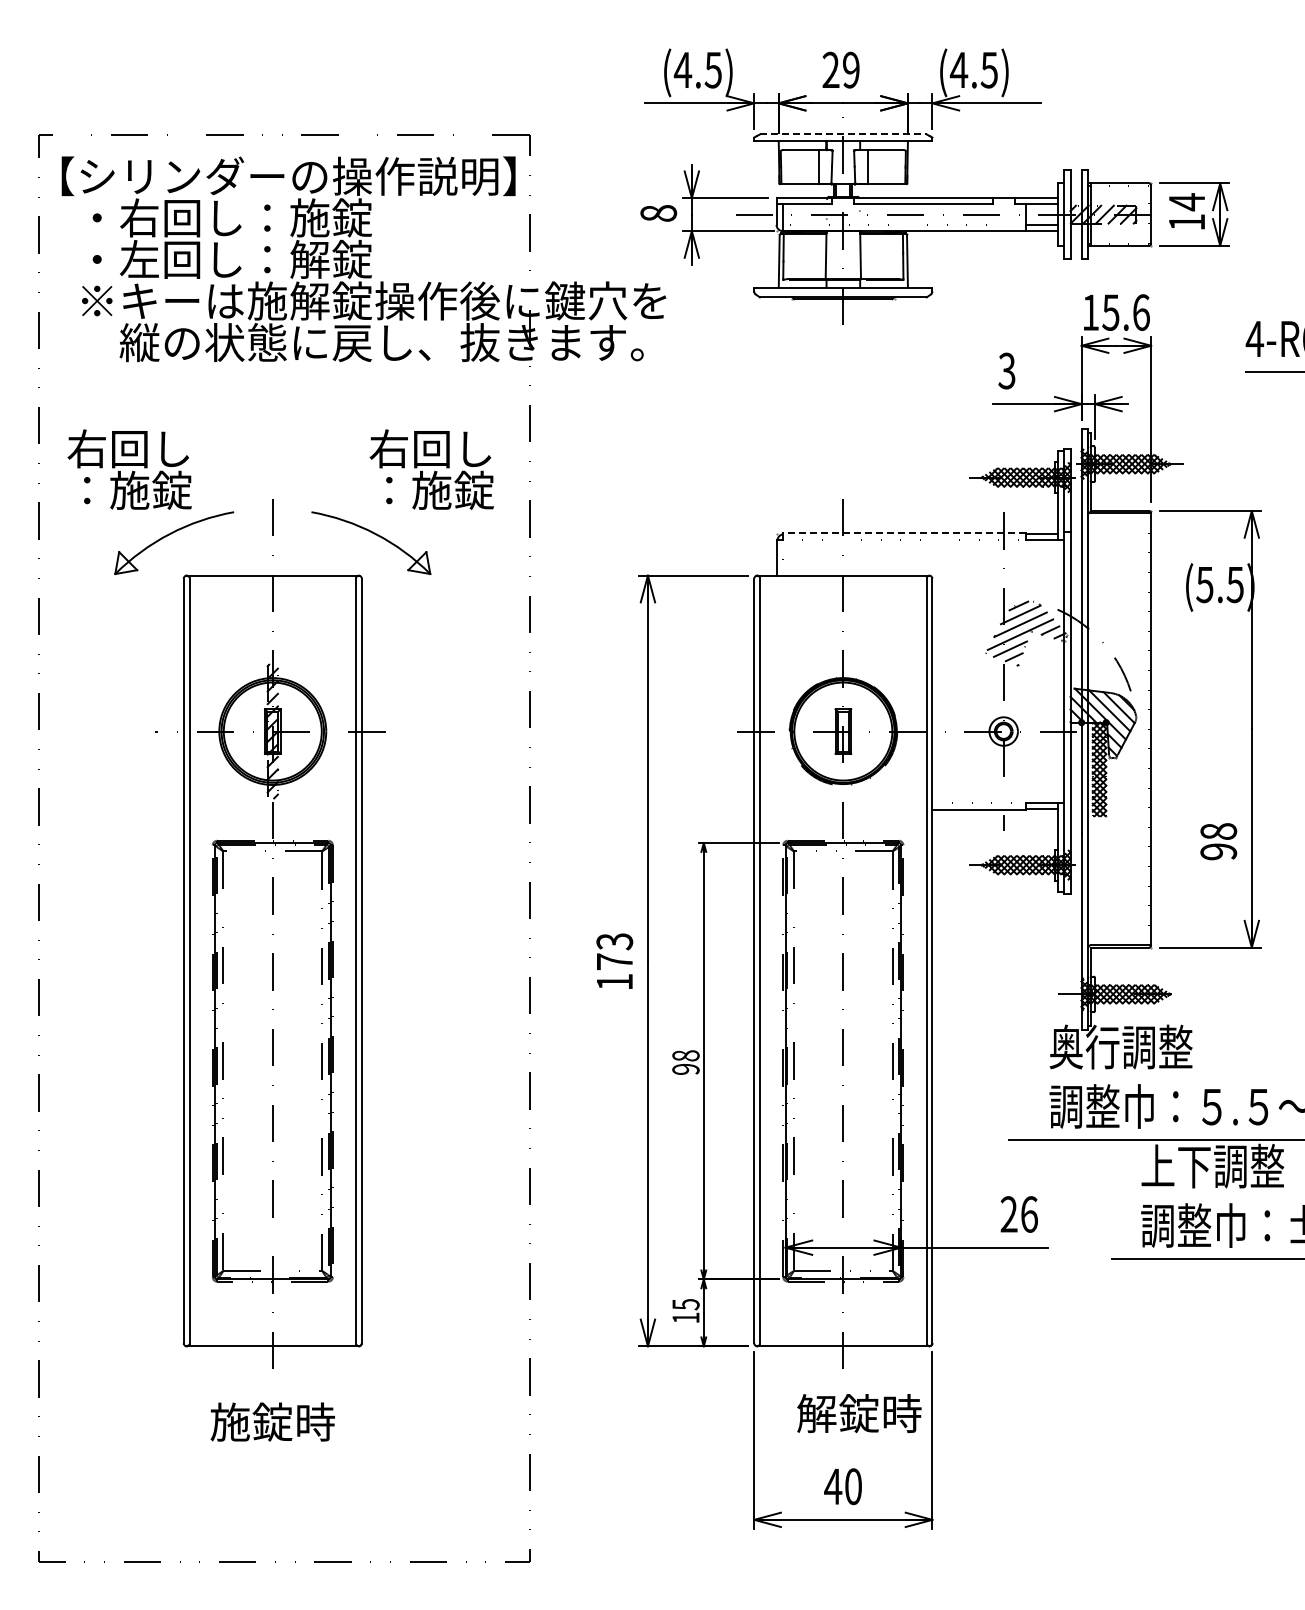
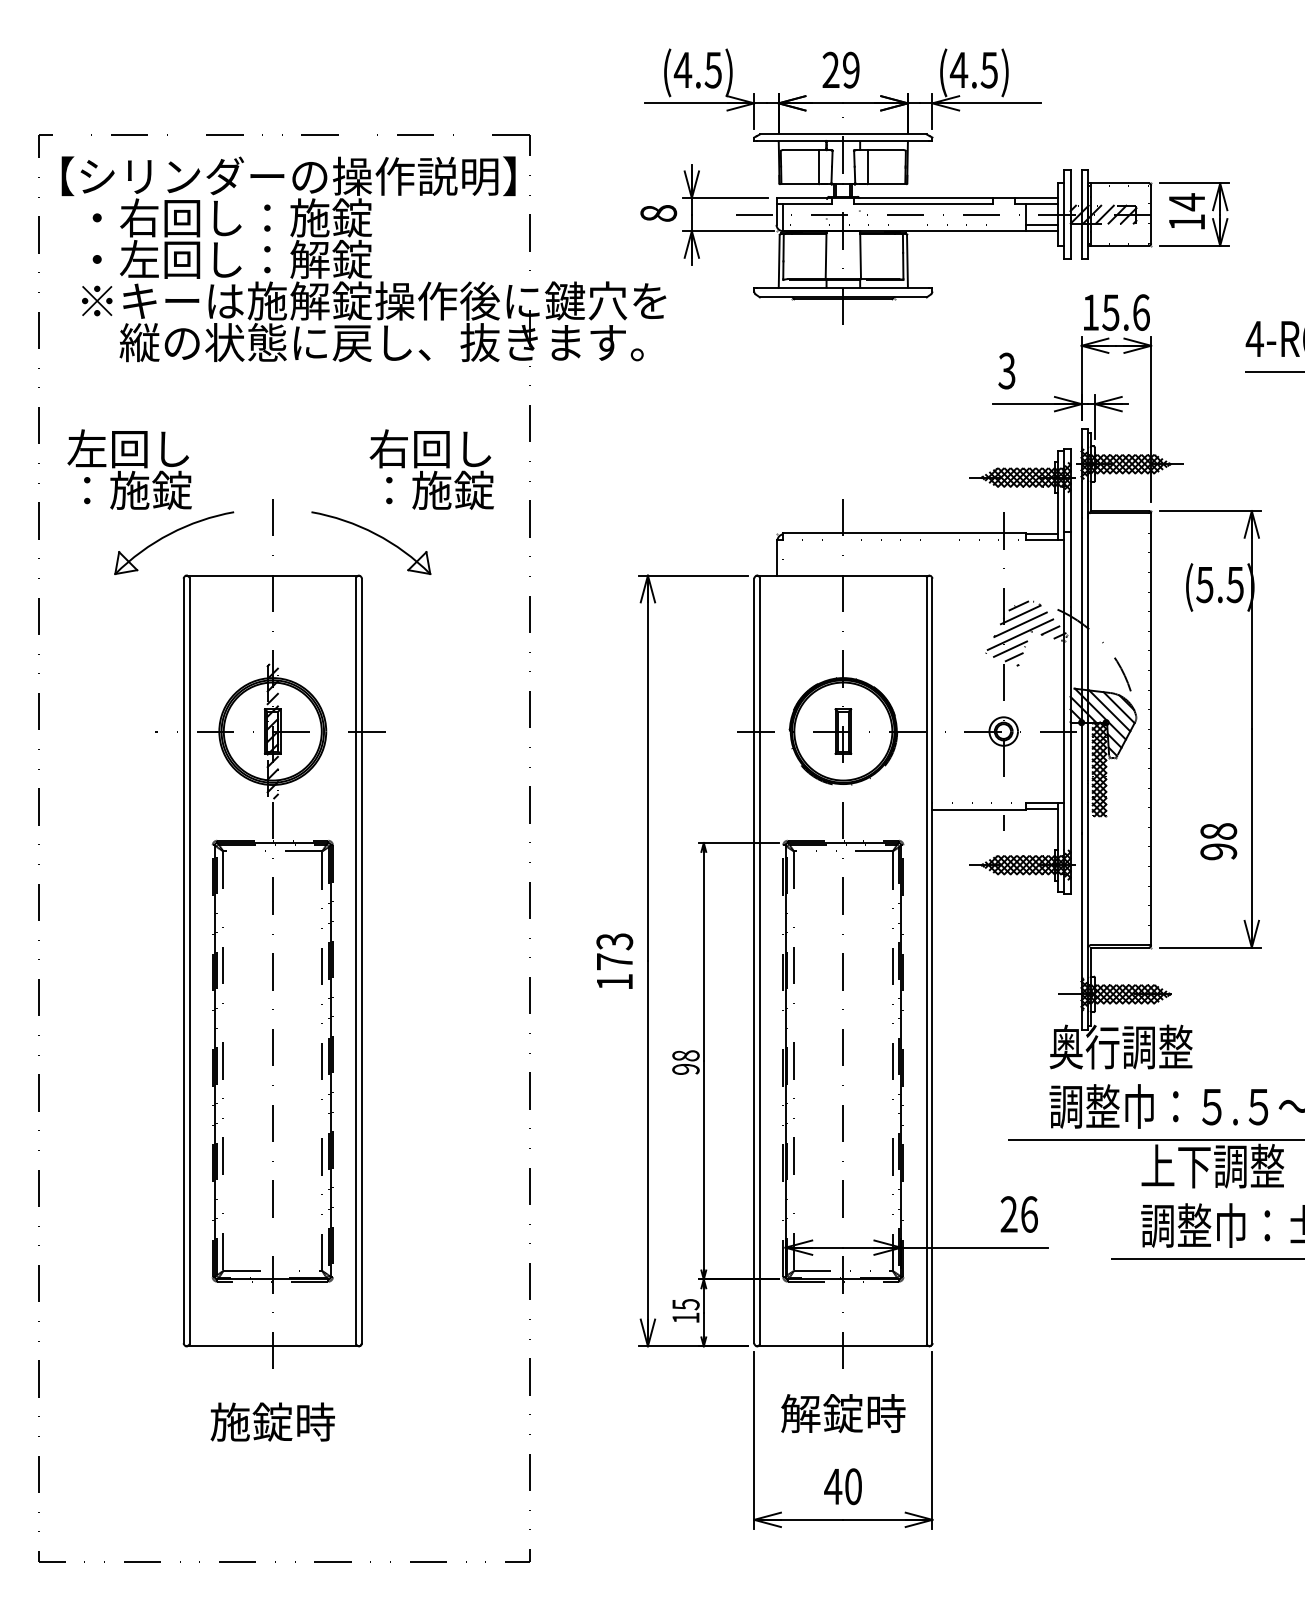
line at (843, 134): dashed -> solid
text at (86, 448): 右回し -> 左回し
line at (904, 533): dashed -> solid
text at (859, 1413) position: (859, 1413) -> (843, 1413)
